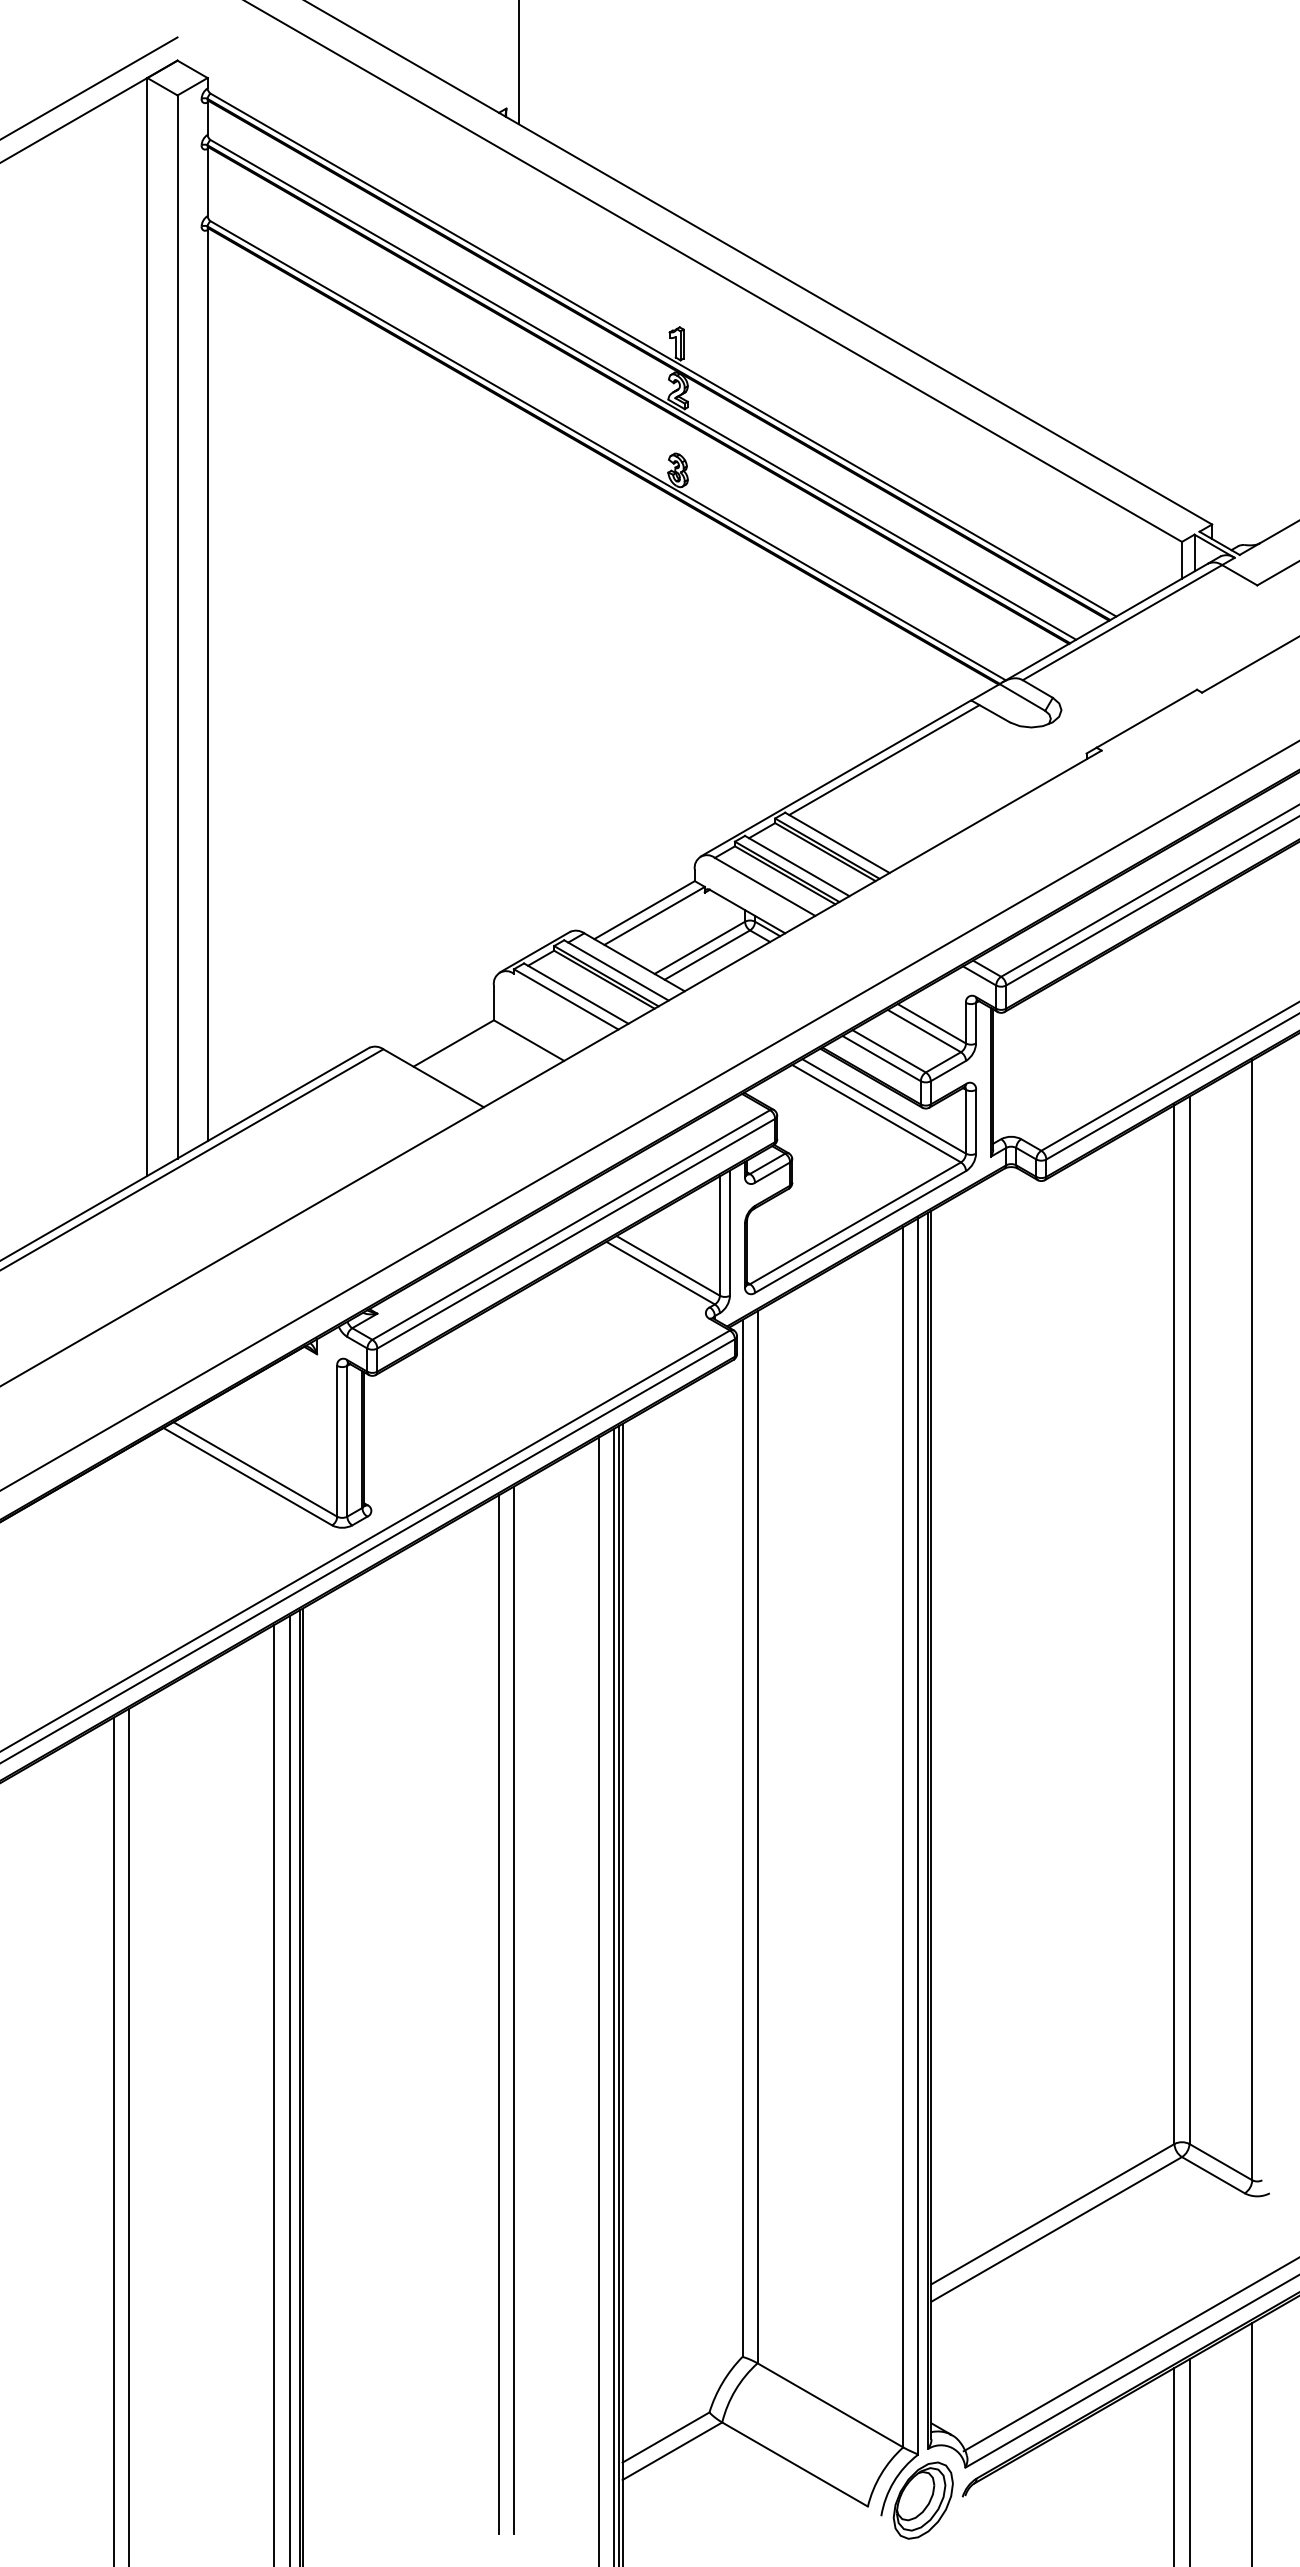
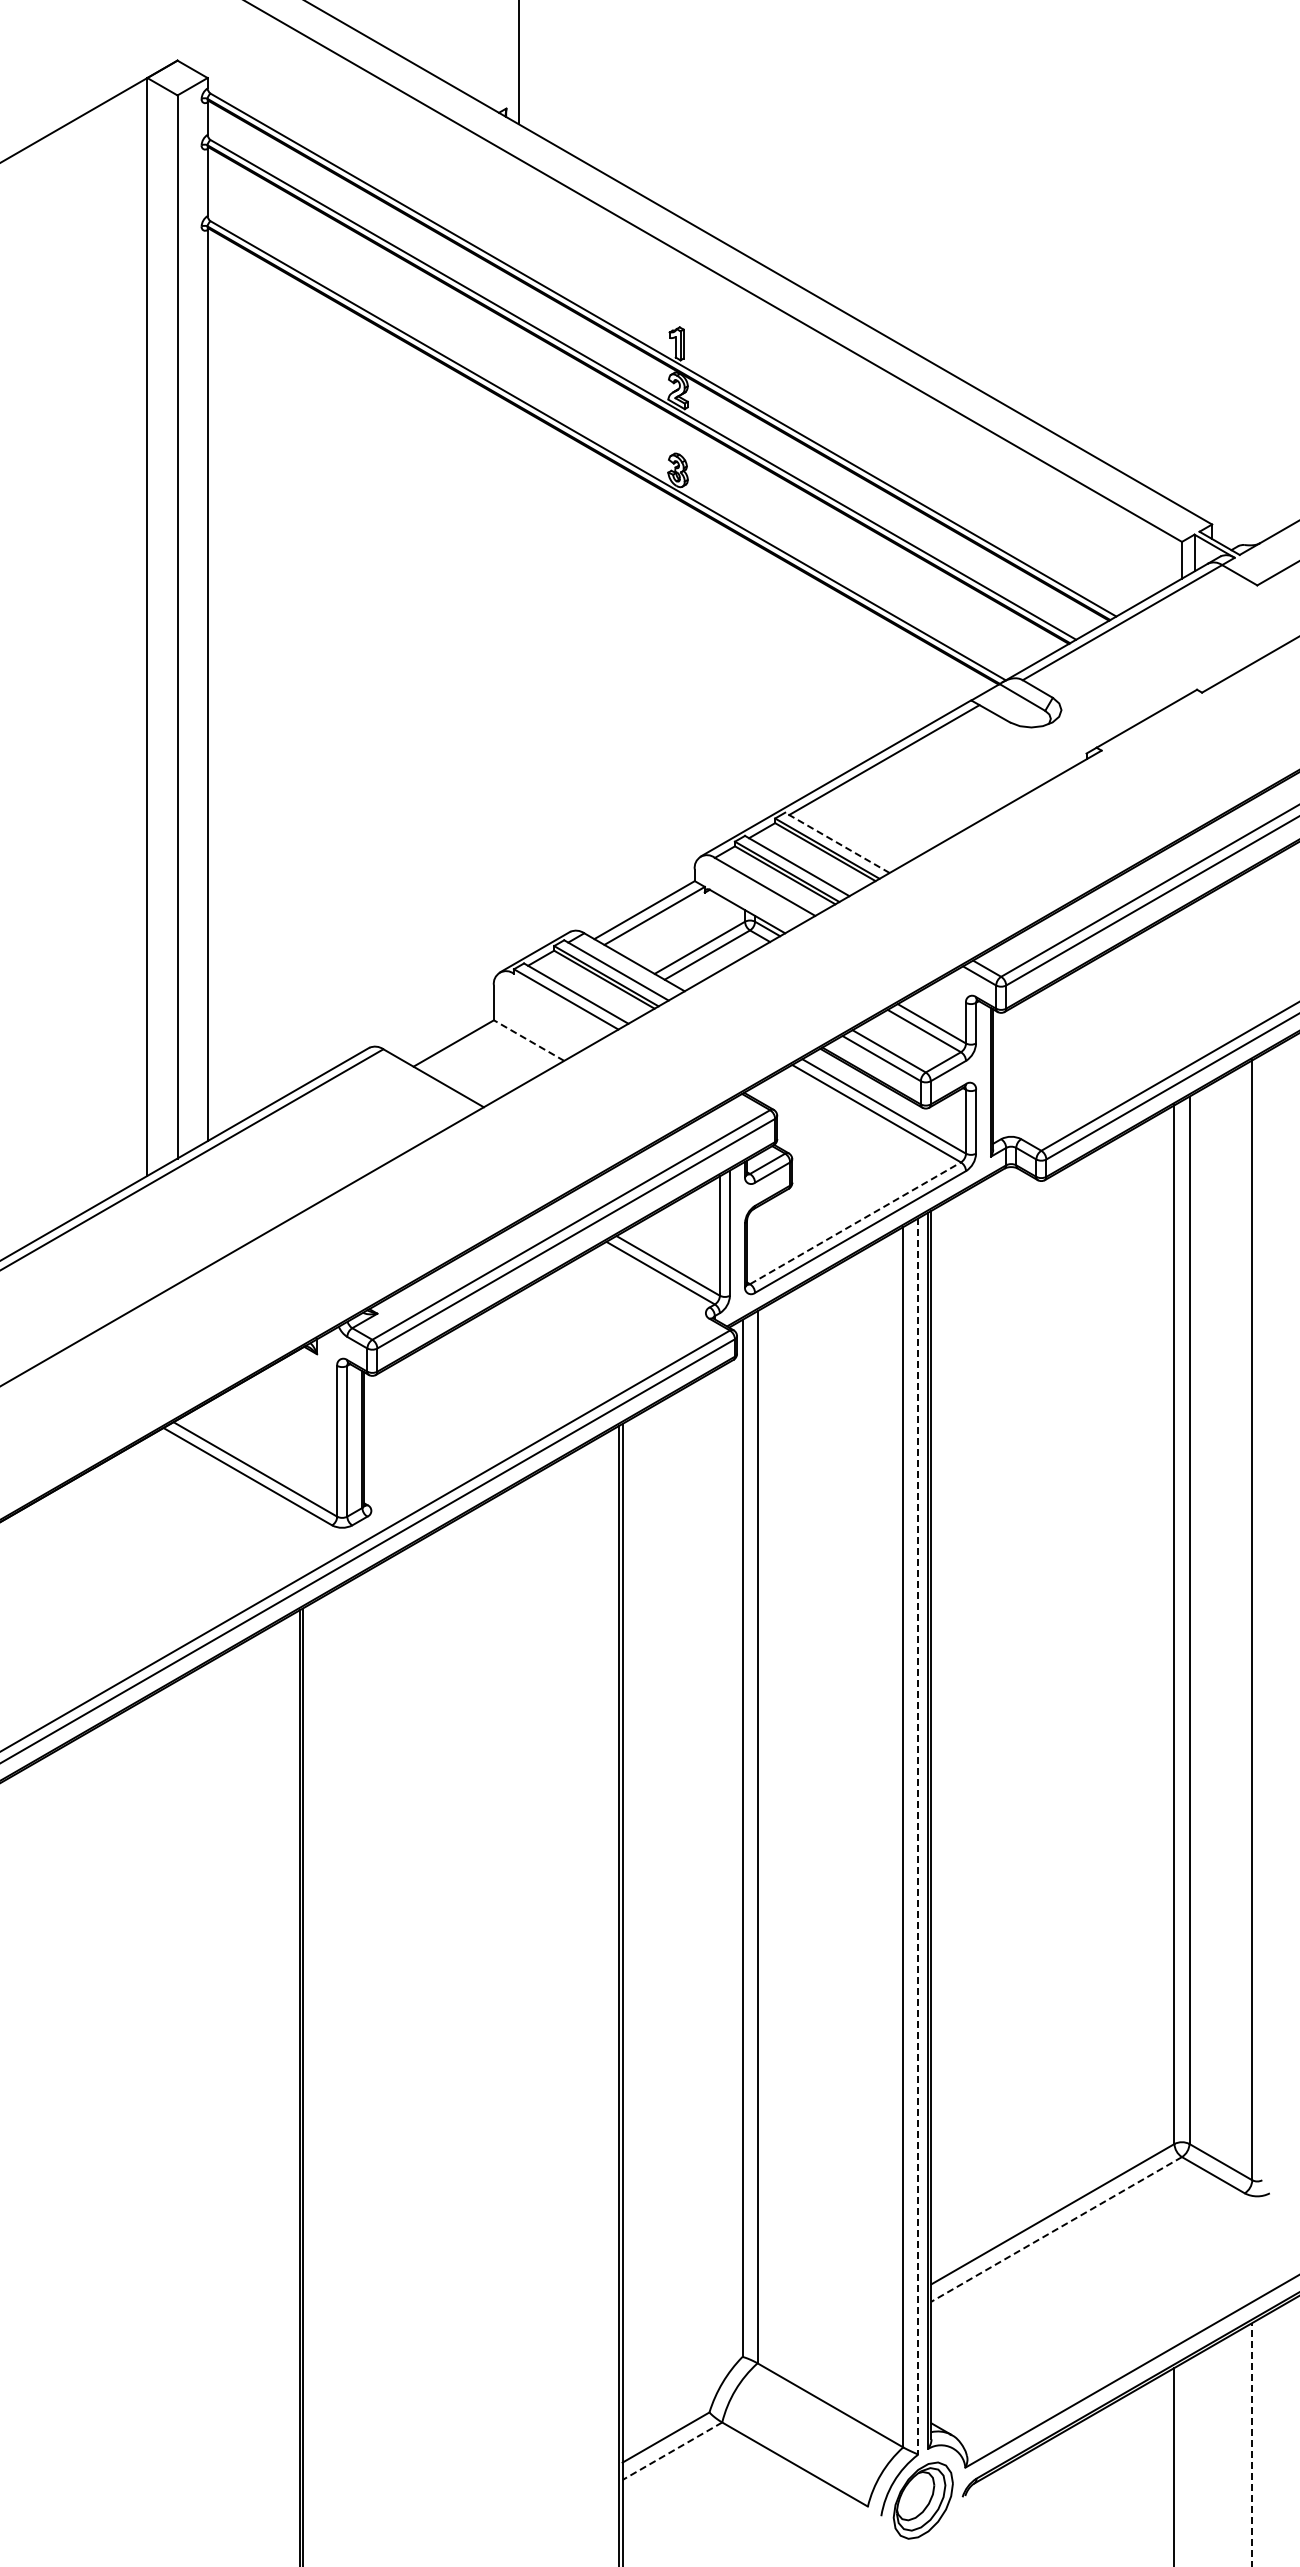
line at (89, 87): present -> none
line at (837, 842): solid -> dashed
line at (529, 1040): solid -> dashed
line at (649, 1115): present -> none
line at (855, 1223): solid -> dashed
line at (918, 1837): solid -> dashed
line at (614, 1995): present -> none
line at (599, 2000): present -> none
line at (514, 2009): present -> none
line at (498, 2014): present -> none
line at (289, 2089): present -> none
line at (274, 2093): present -> none
line at (128, 2136): present -> none
line at (113, 2140): present -> none
line at (1056, 2229): solid -> dashed
line at (1129, 2354): present -> none
line at (1252, 2444): solid -> dashed
line at (672, 2451): solid -> dashed
line at (1189, 2461): present -> none
